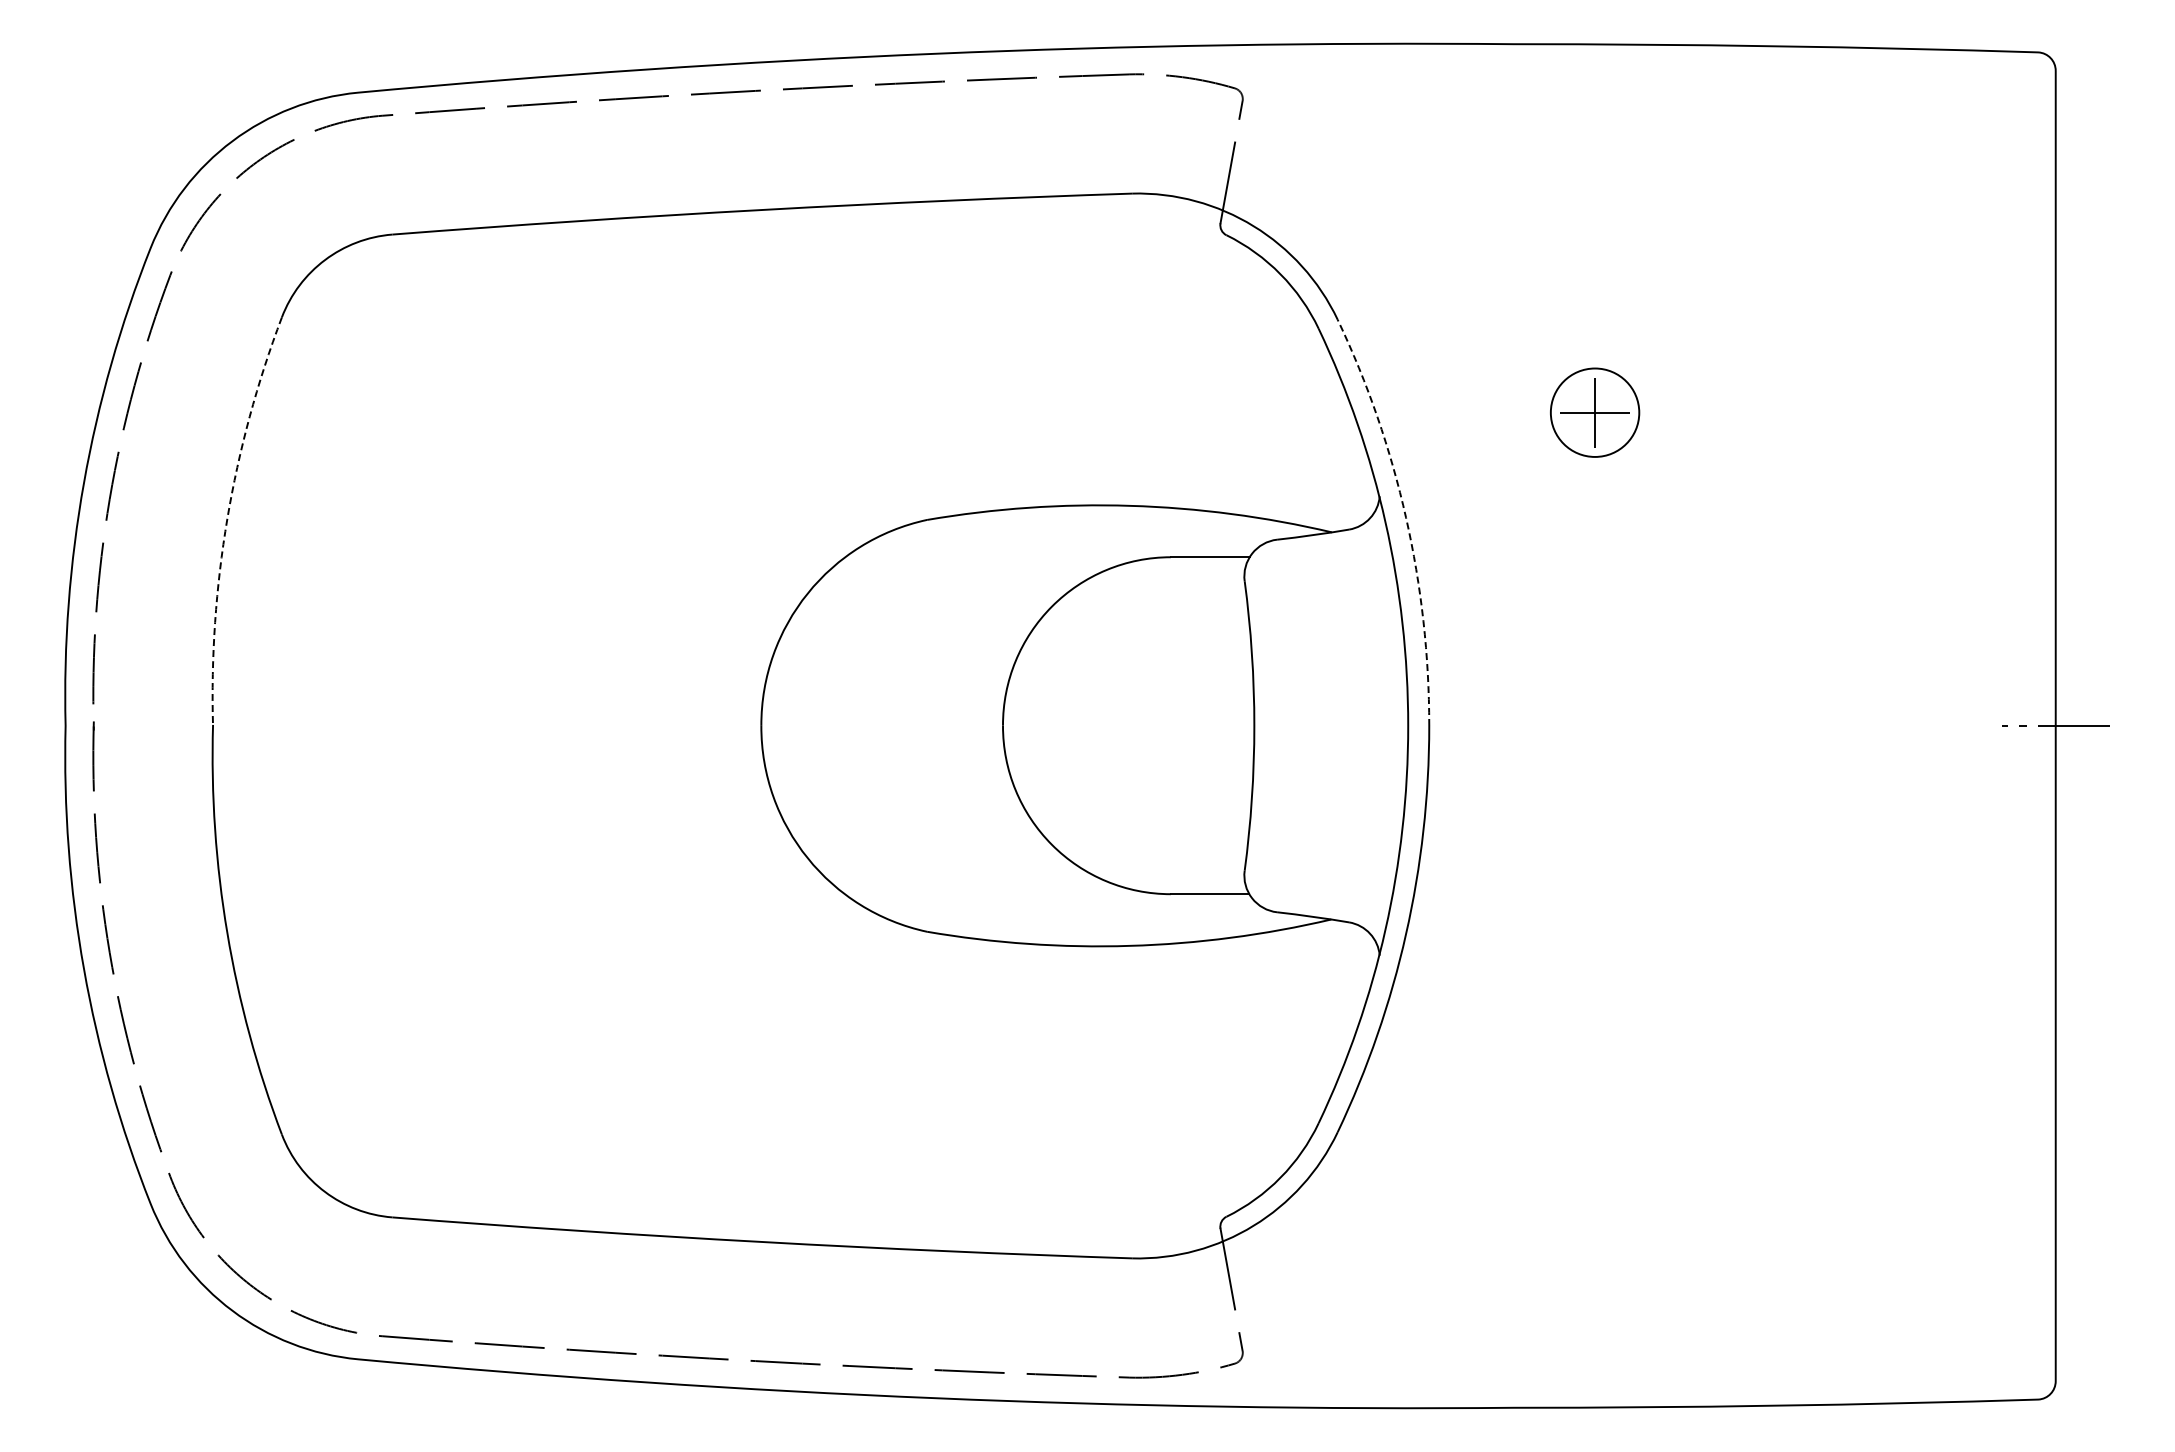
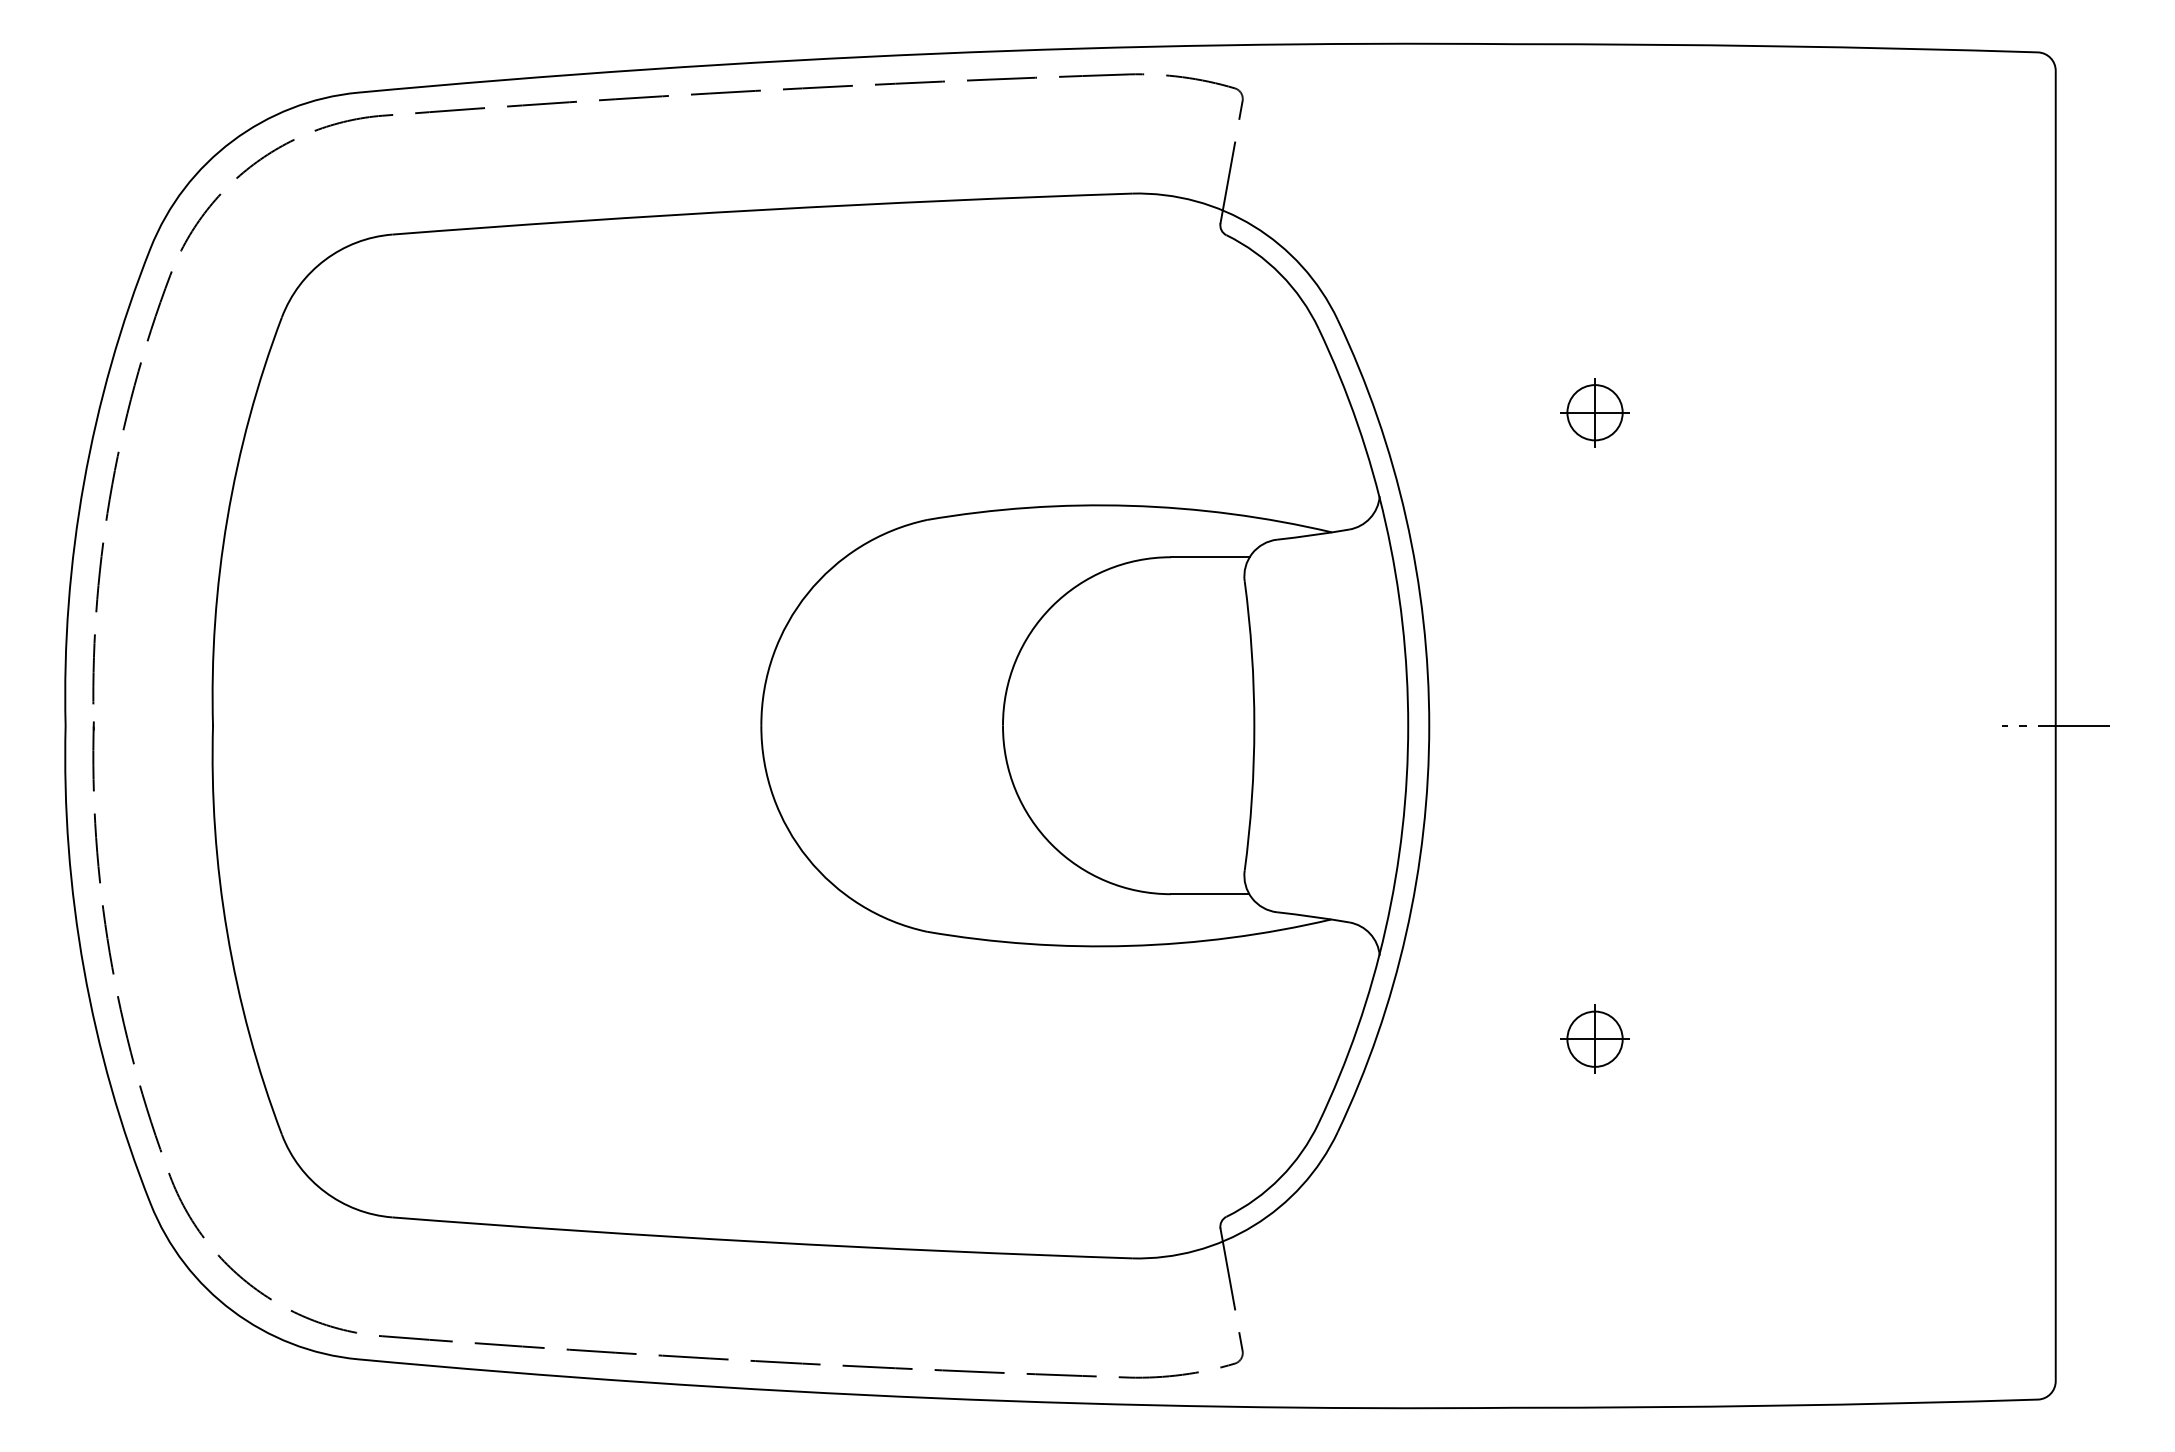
circle at (1594, 412) diameter: 88 px -> 55 px
arc at (1406, 517): dashed -> solid
arc at (227, 518): dashed -> solid
part at (1594, 1038): none -> present
